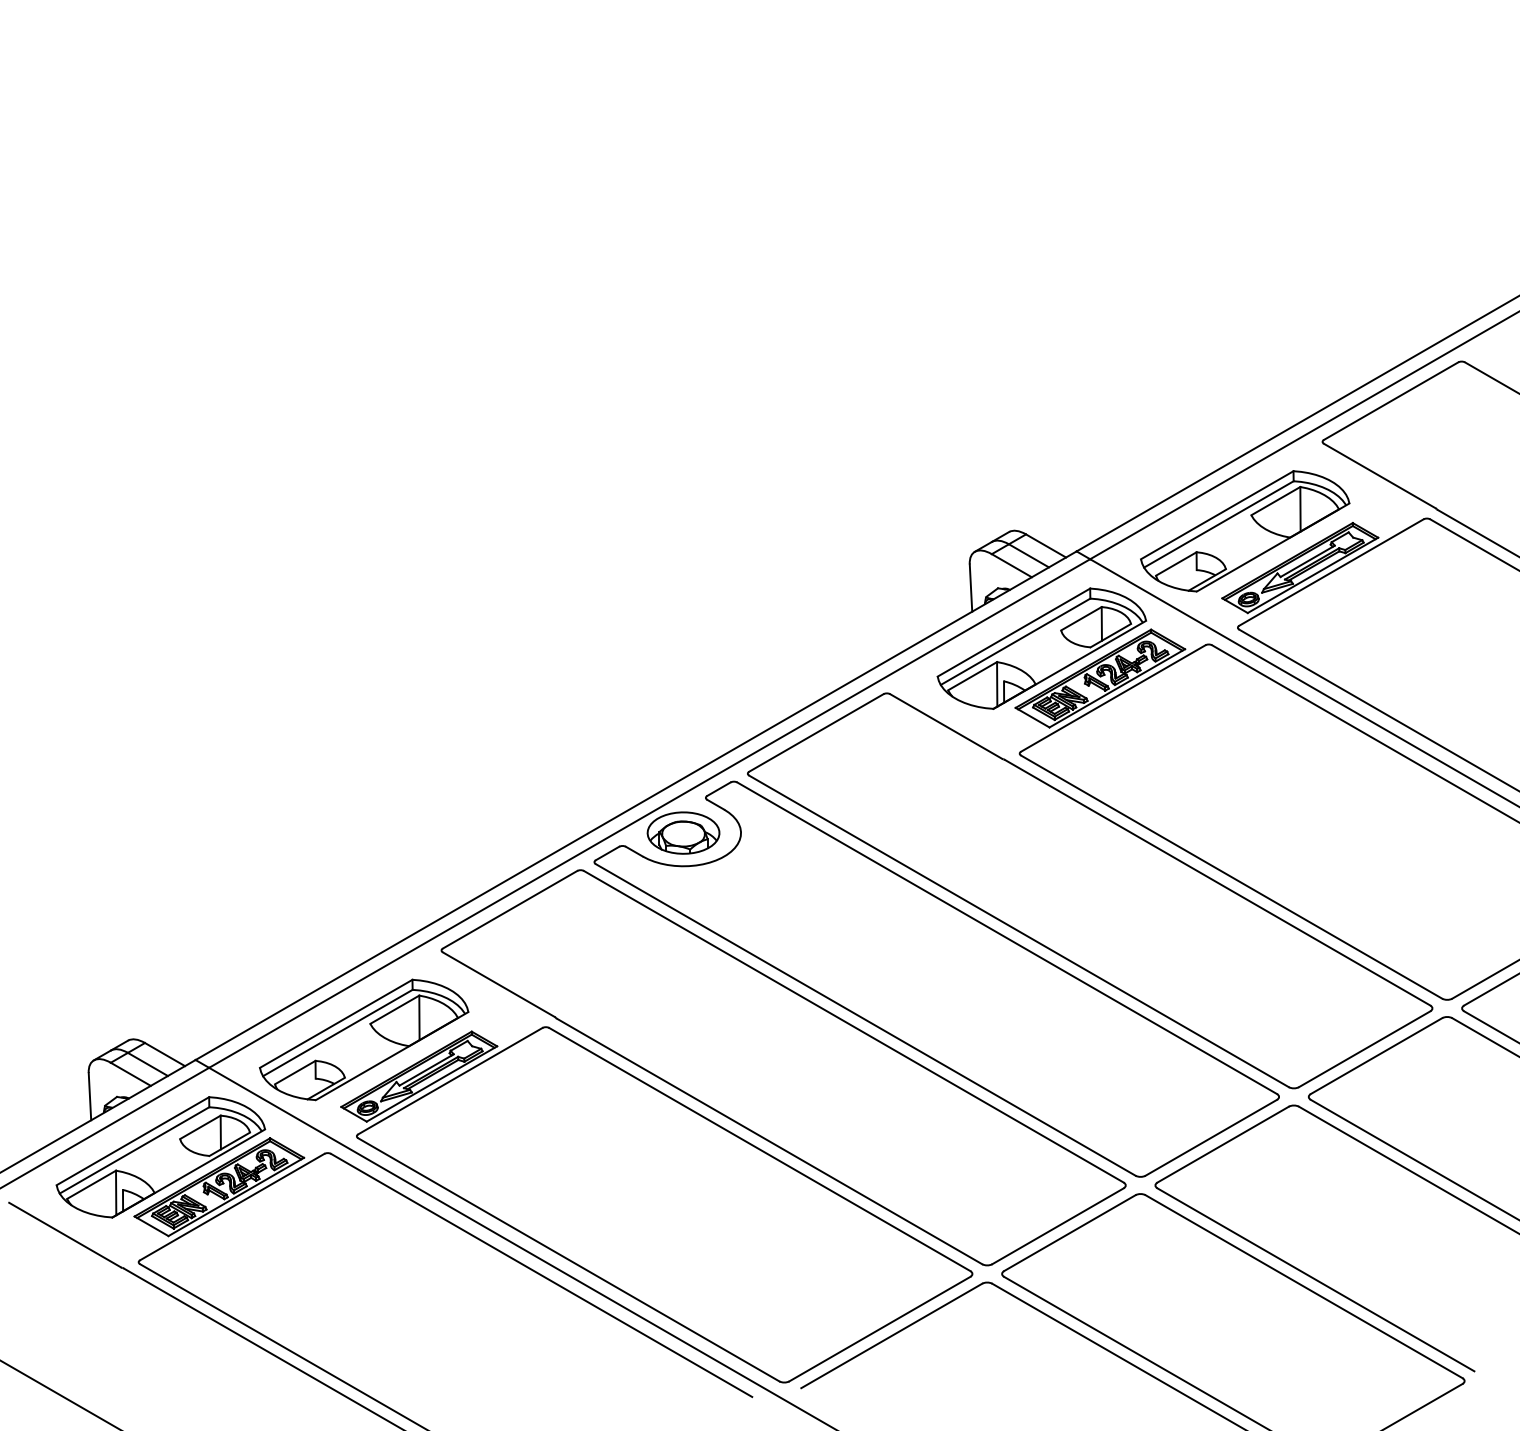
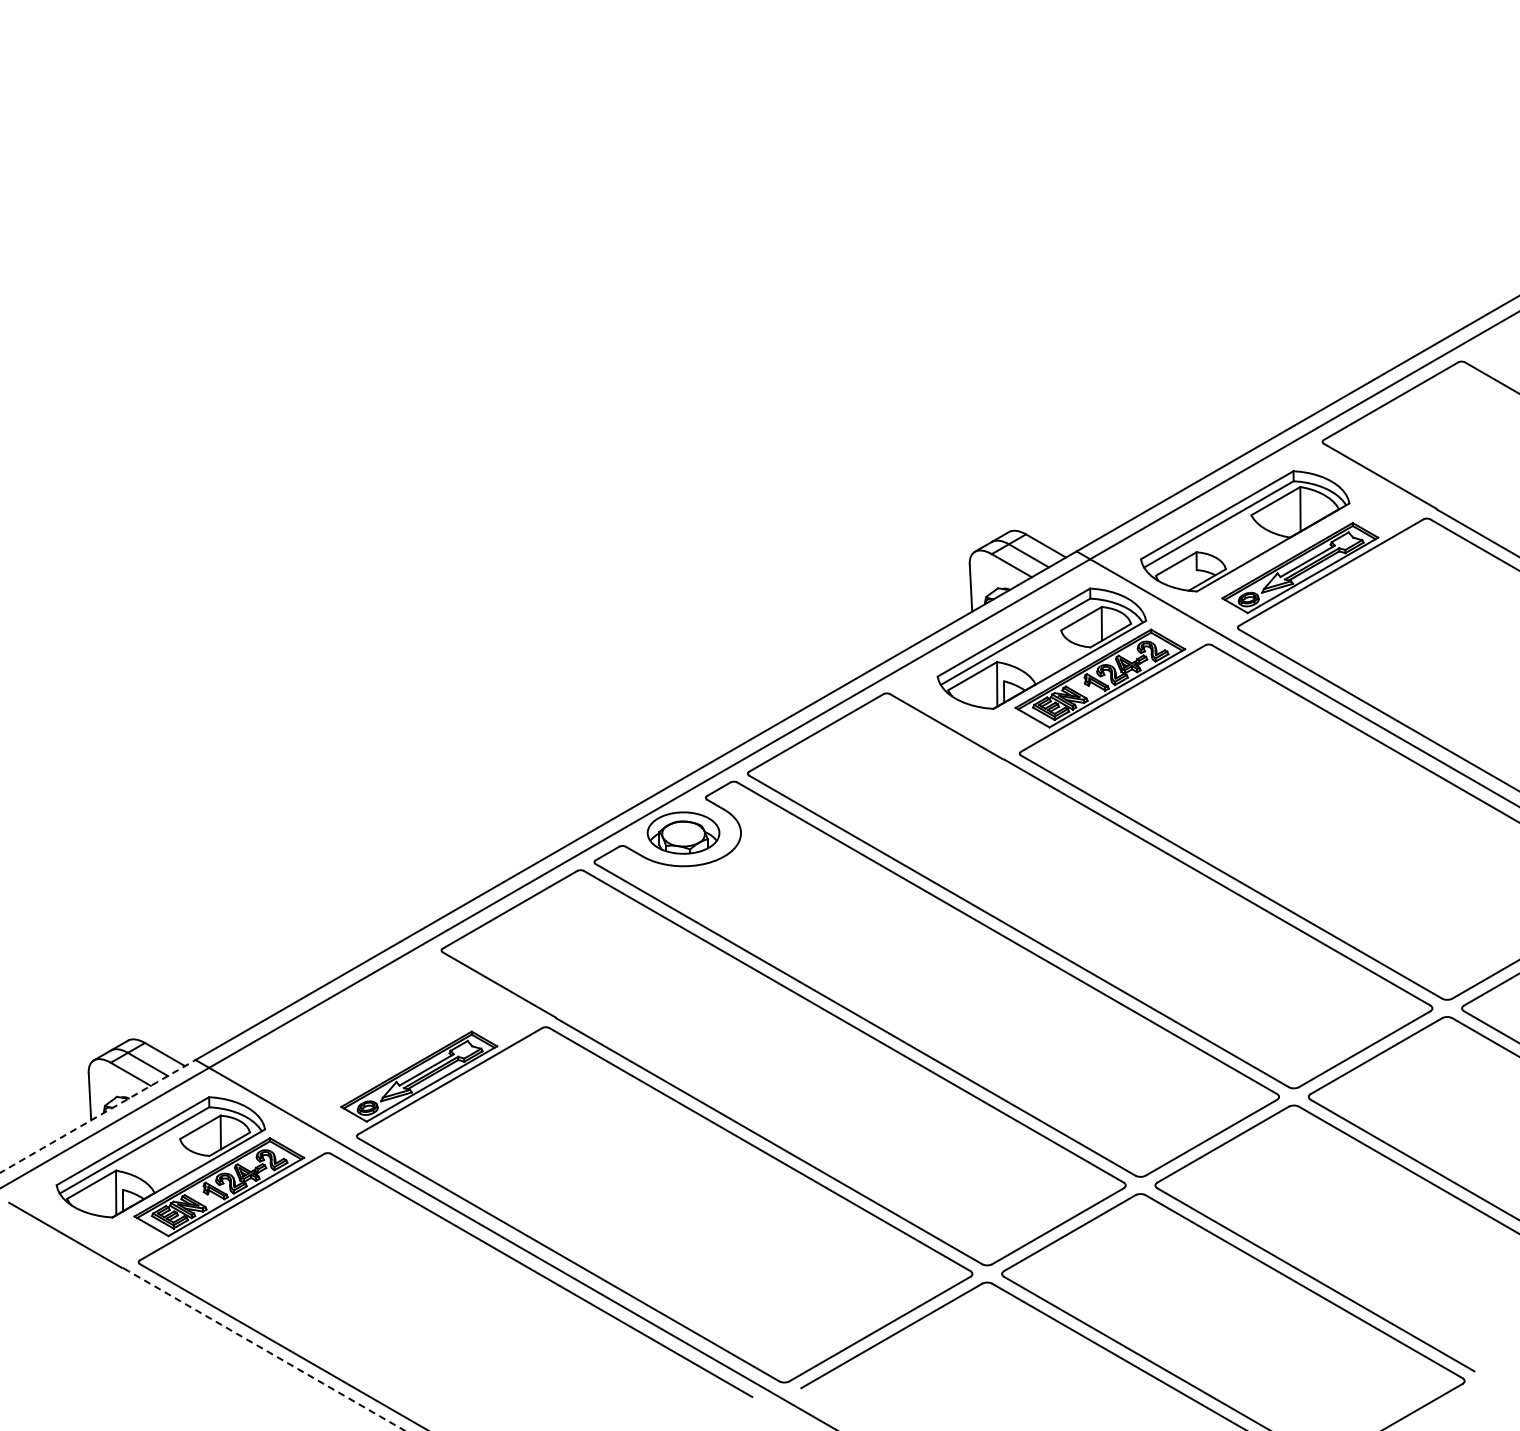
part at (364, 1039): present -> none
line at (97, 1116): solid -> dashed
line at (264, 1349): solid -> dashed
line at (59, 1394): present -> none
